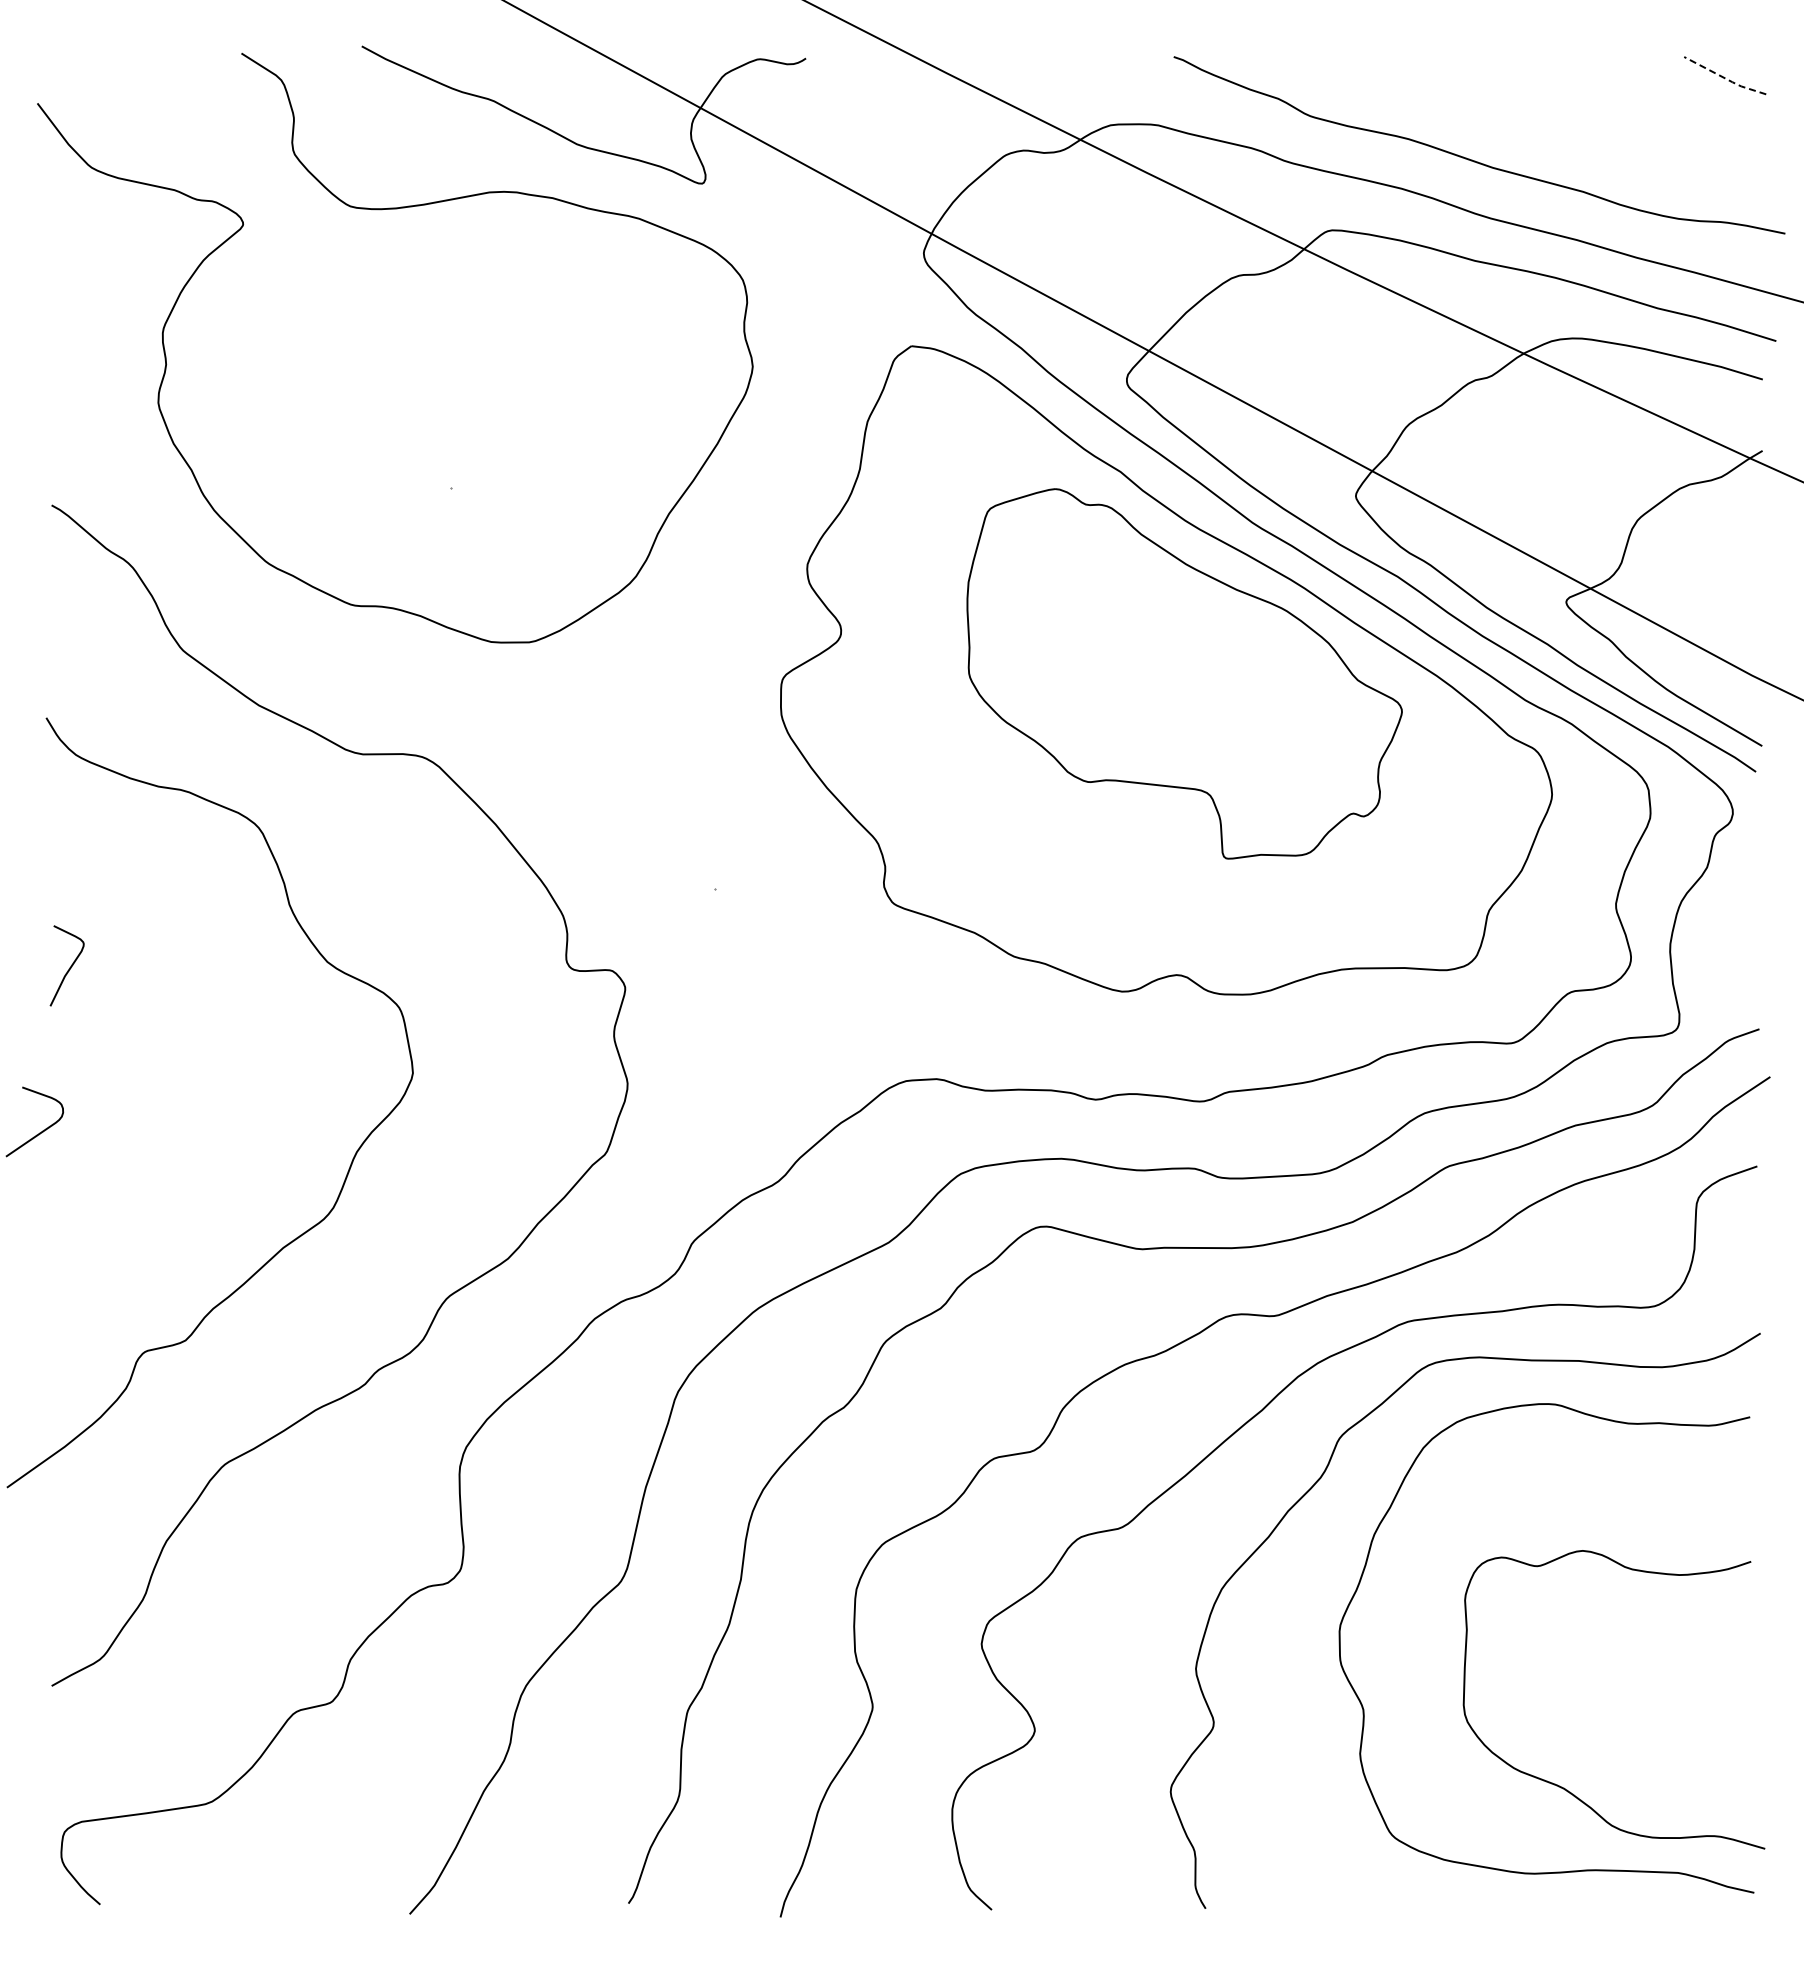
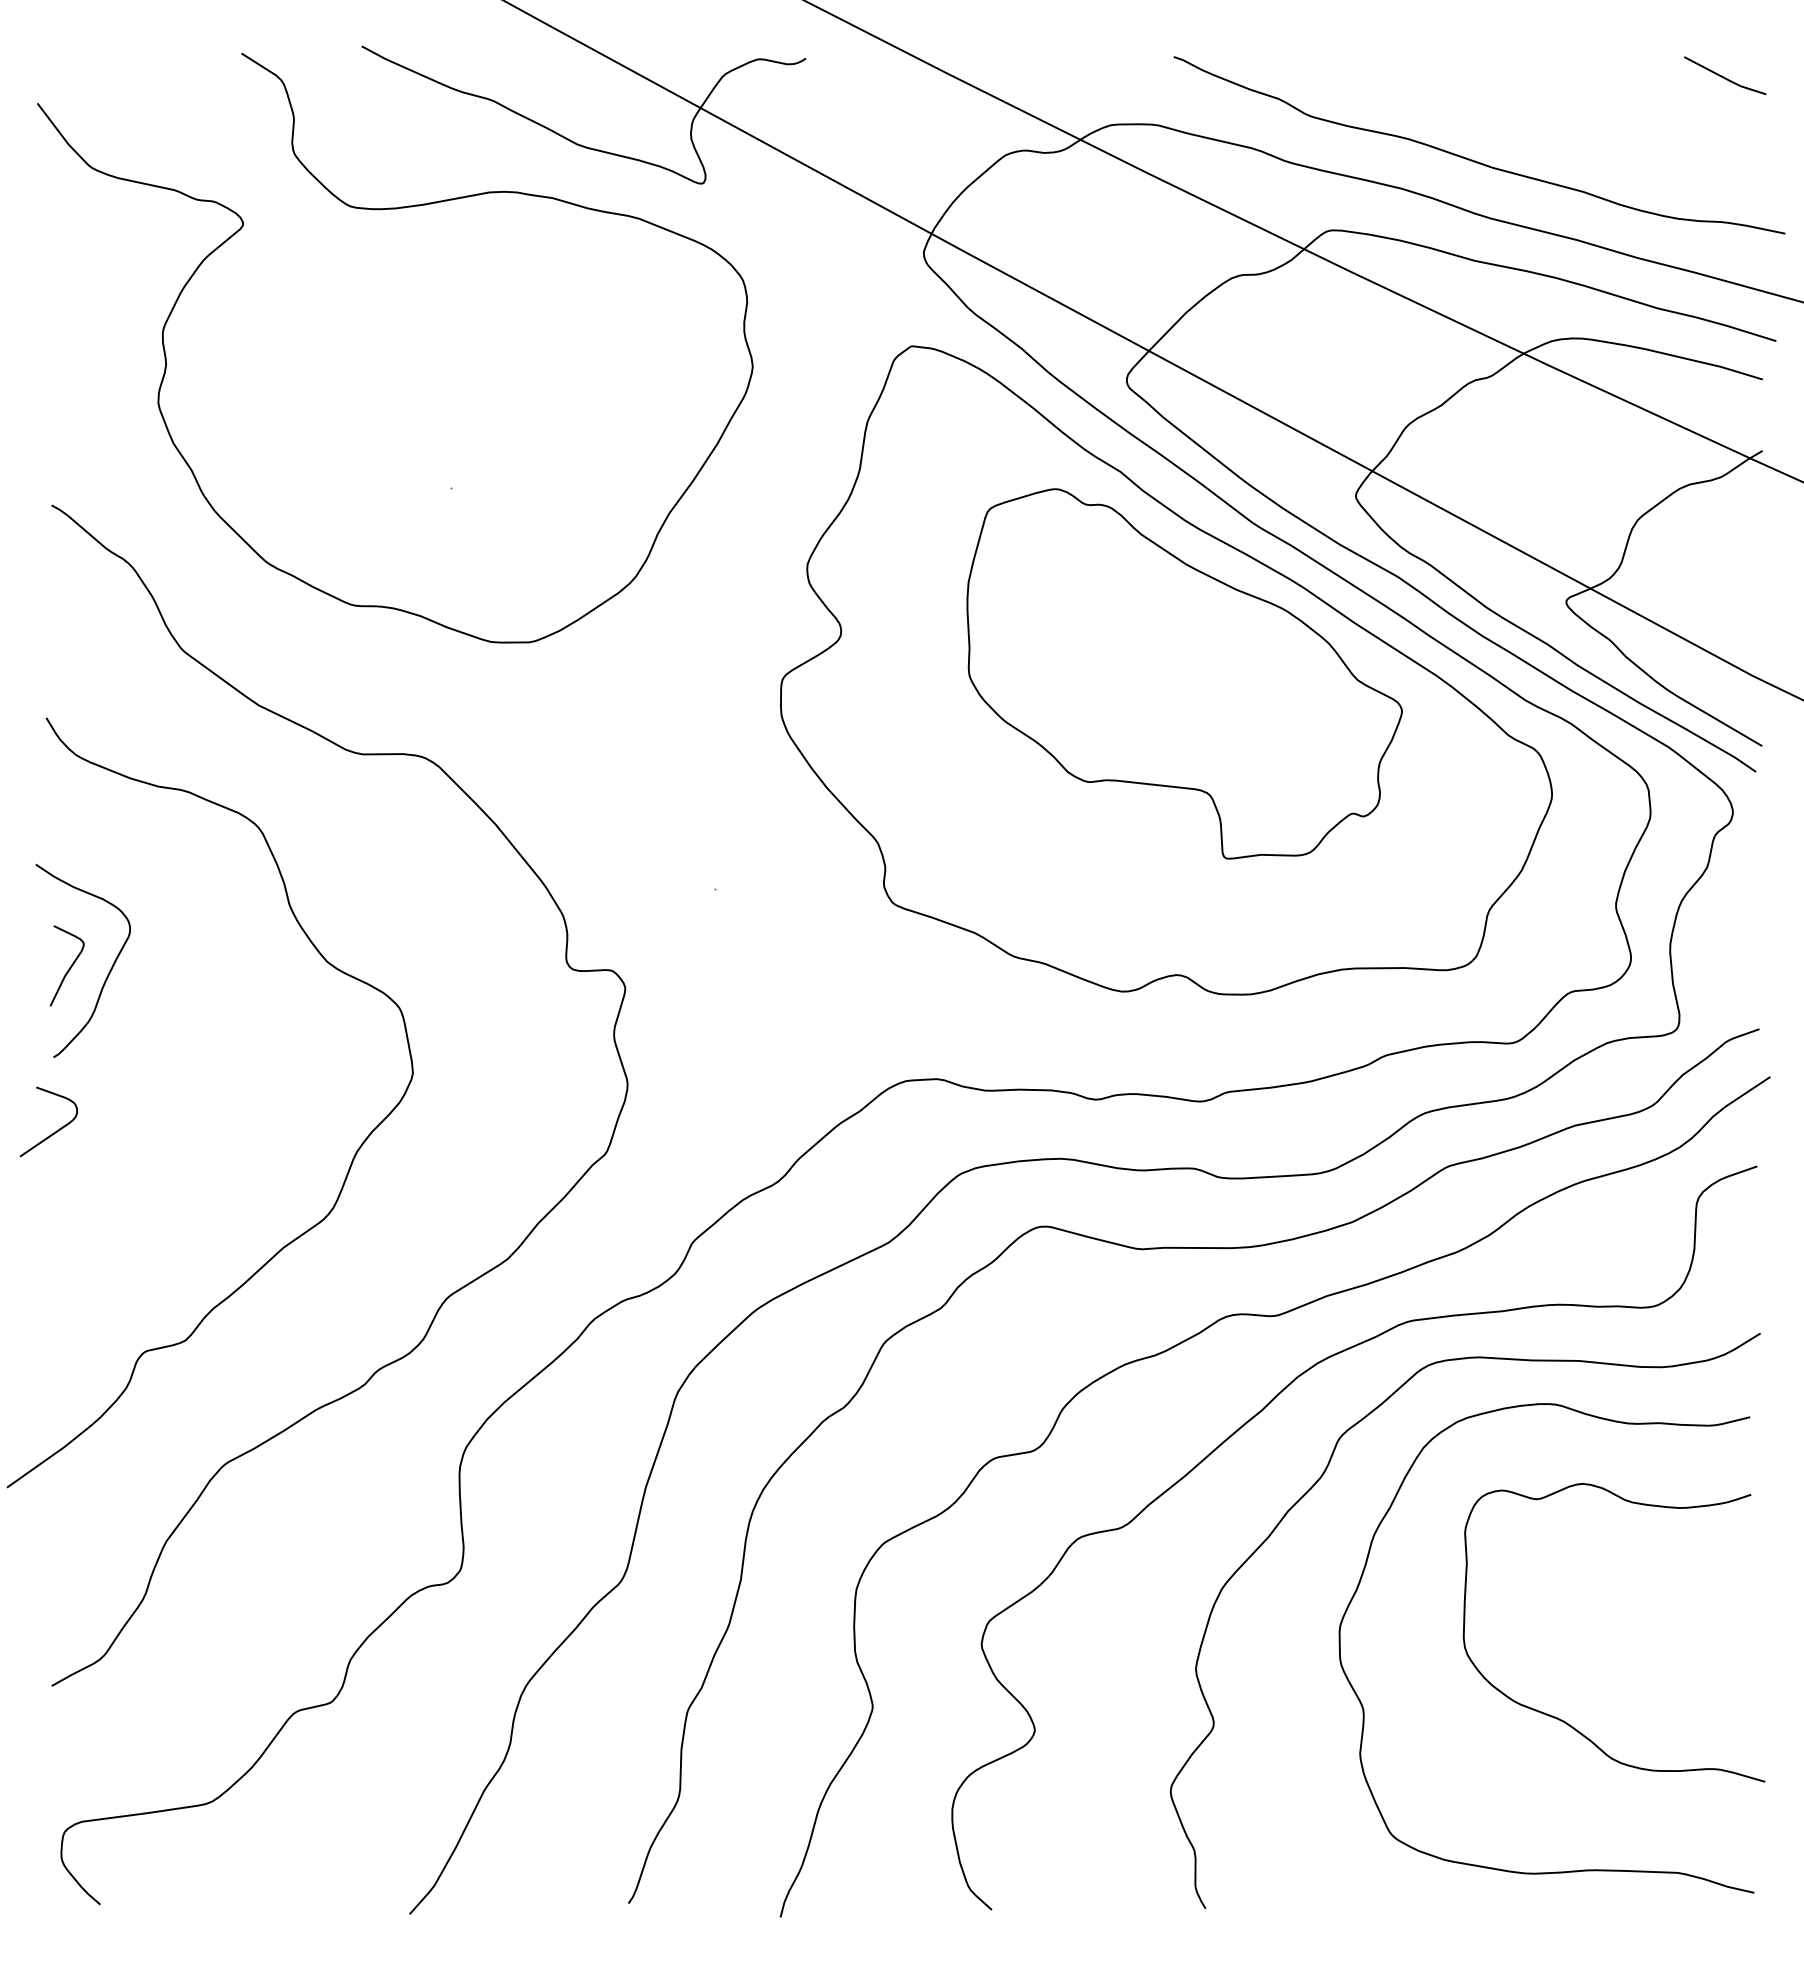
line at (1725, 78): dashed -> solid
curve at (108, 972): none -> present
curve at (42, 1130) position: (42, 1130) -> (56, 1130)
curve at (1564, 1787) position: (1564, 1787) -> (1564, 1720)
